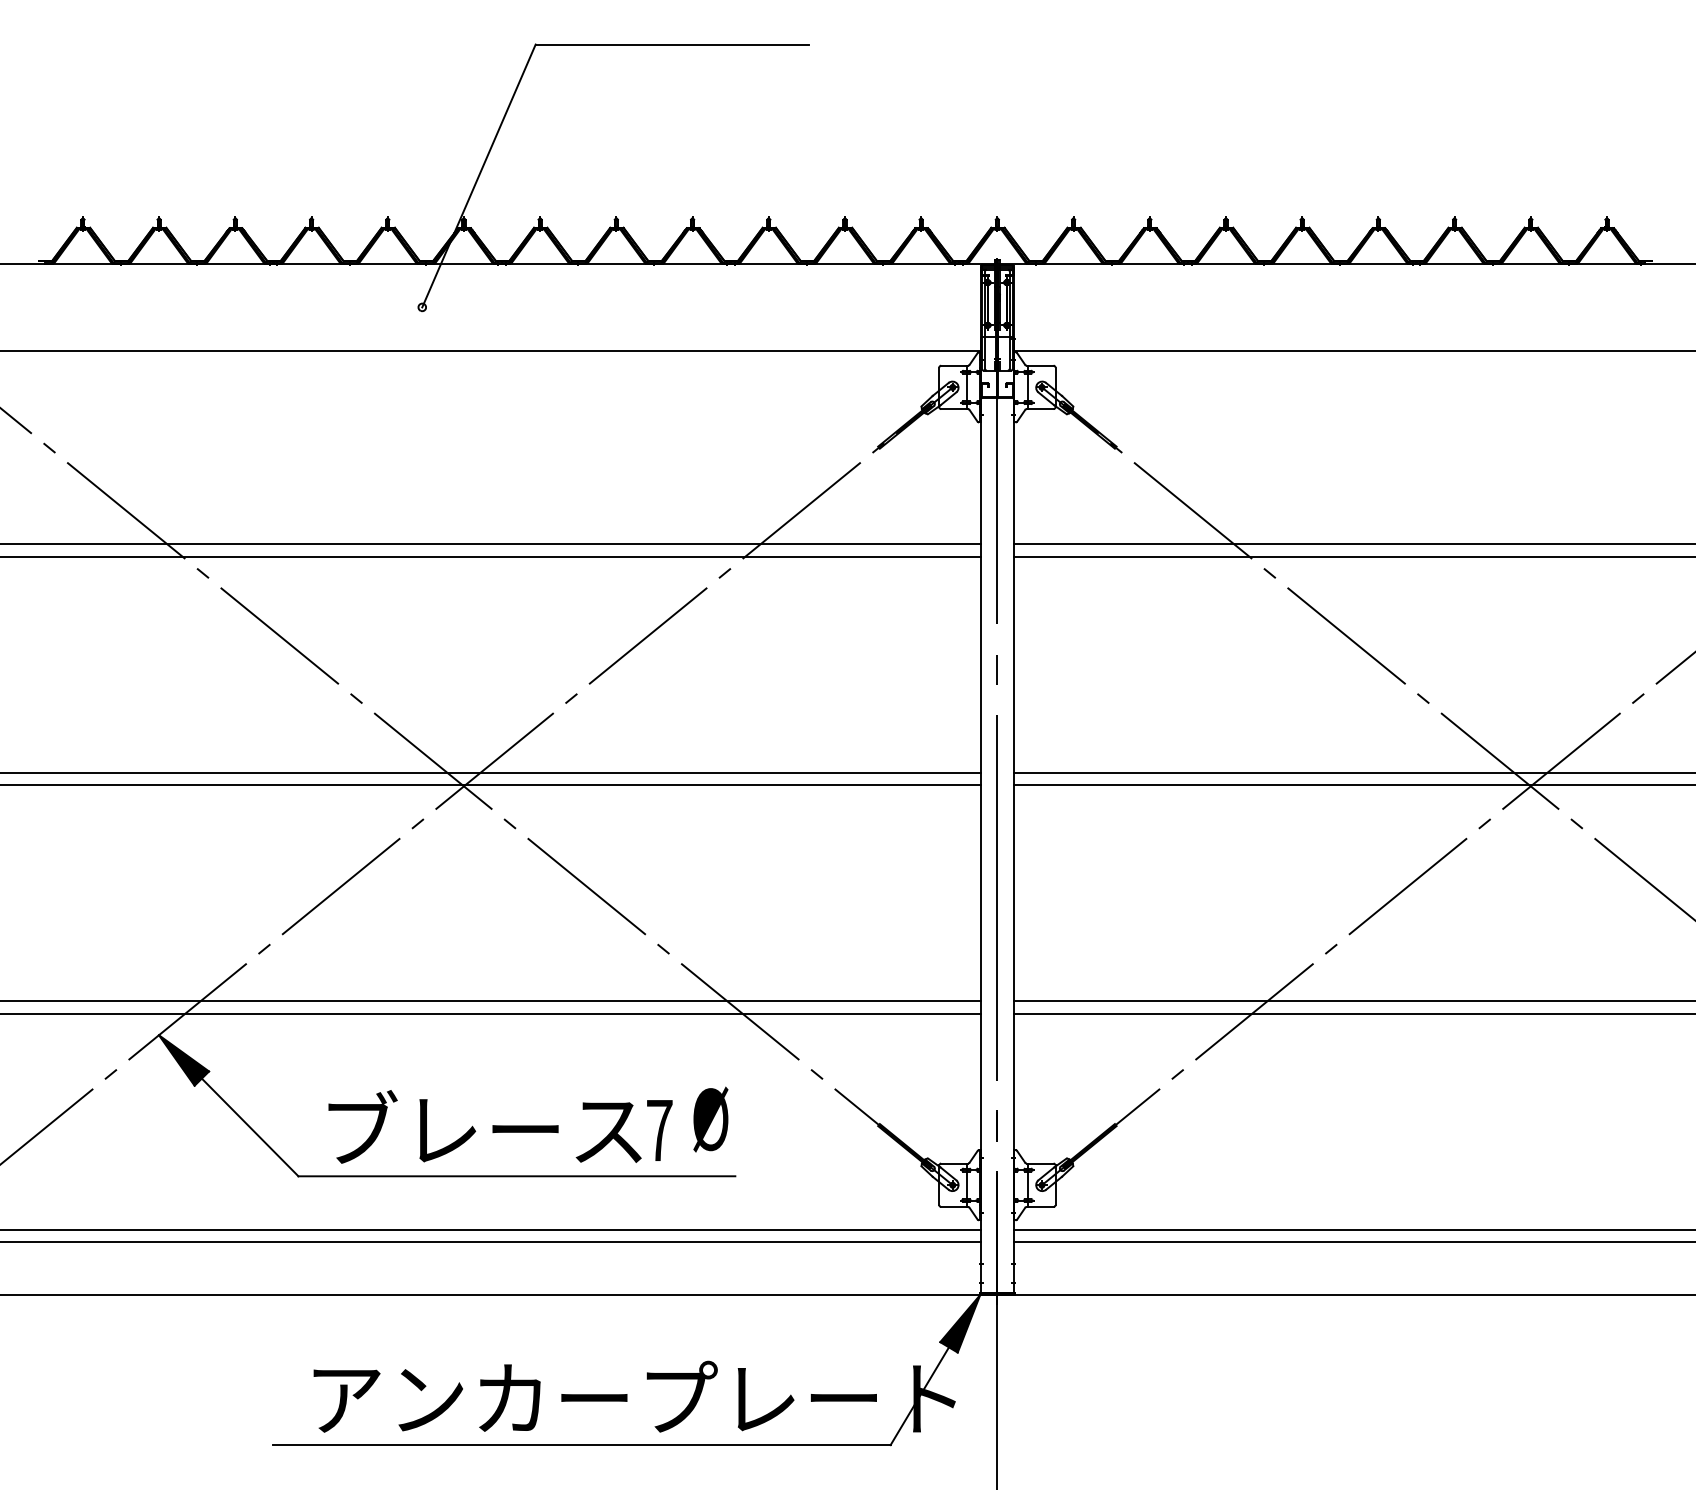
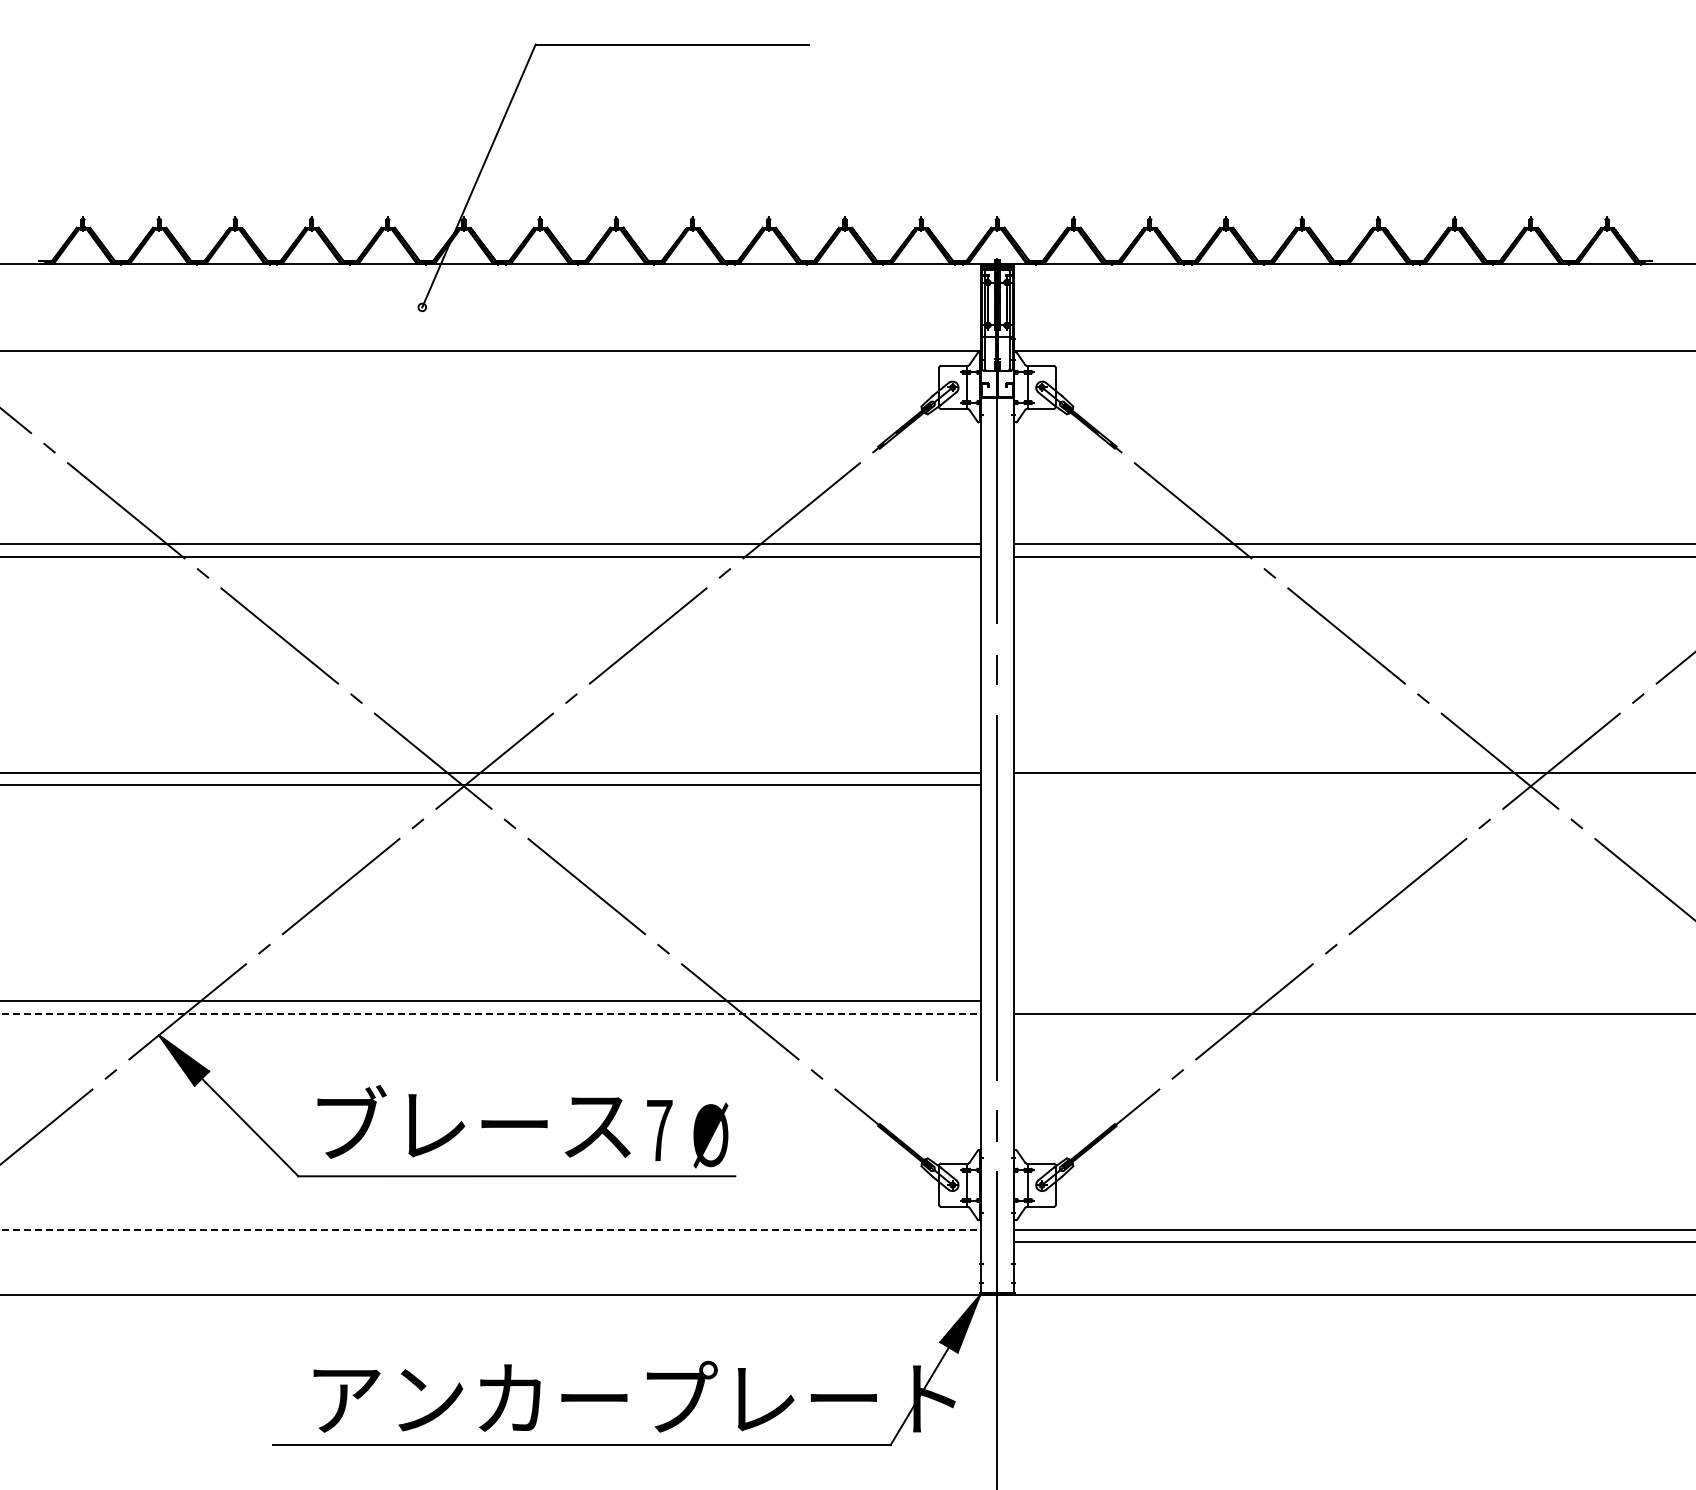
line at (1352, 785): present -> none
line at (1352, 1001): present -> none
line at (491, 1013): solid -> dashed
text at (710, 1119) position: (710, 1119) -> (710, 1135)
text at (484, 1126) position: (484, 1126) -> (473, 1121)
line at (491, 1229): solid -> dashed
line at (491, 1242): present -> none
